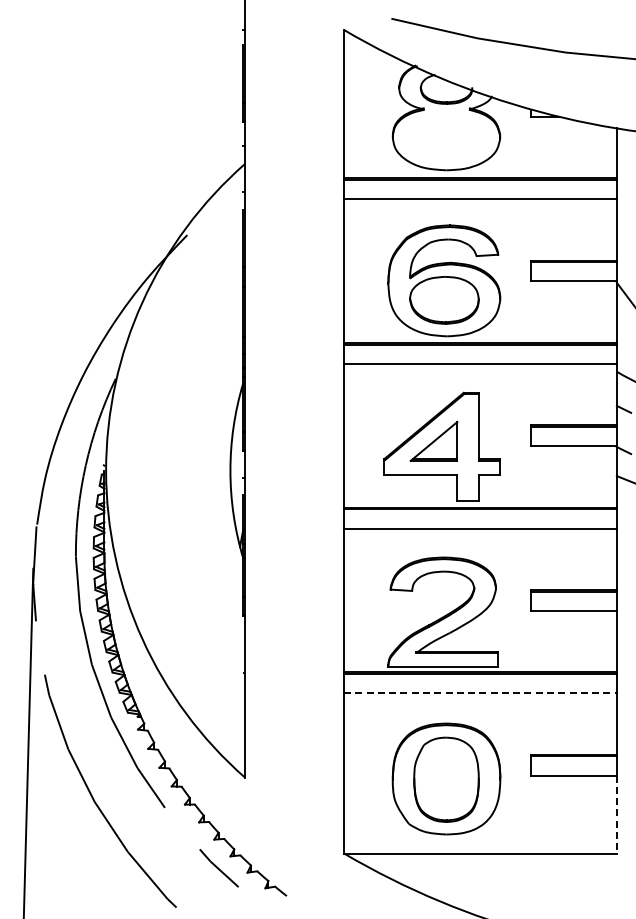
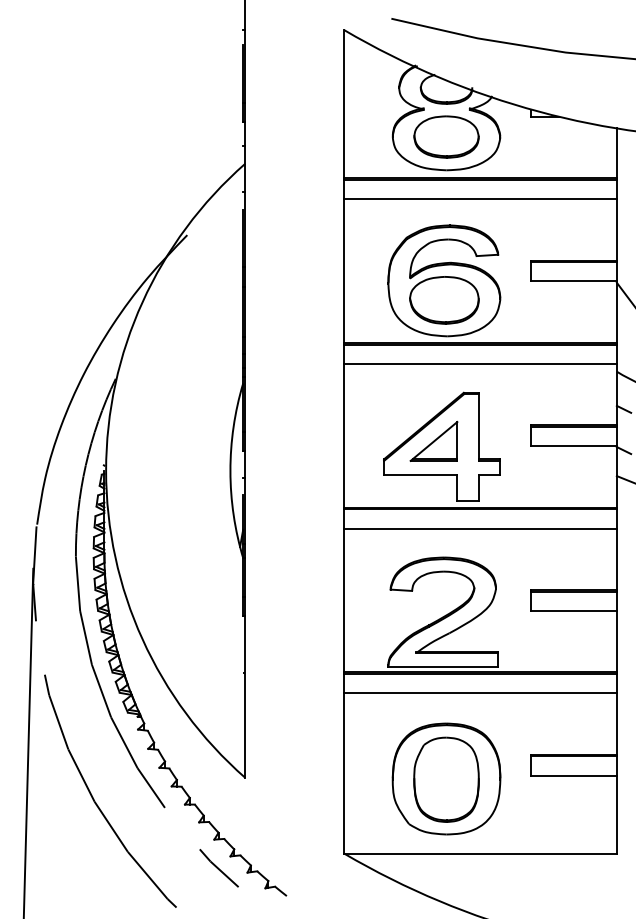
part at (446, 136): none -> present
line at (480, 693): dashed -> solid
line at (616, 814): dashed -> solid
